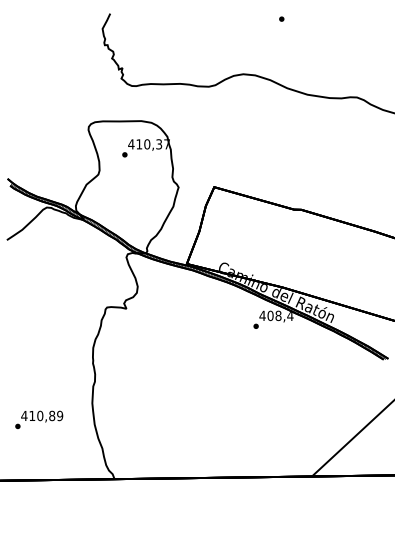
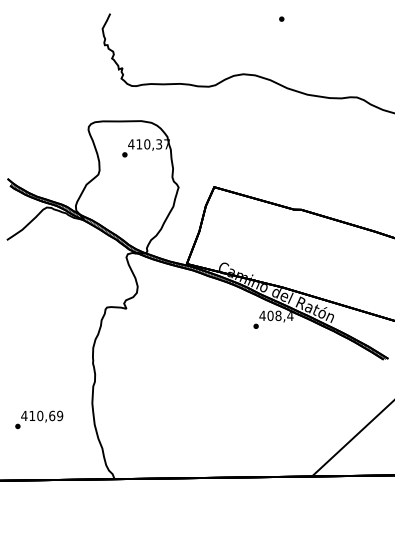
text at (52, 415): 410,89 -> 410,69
